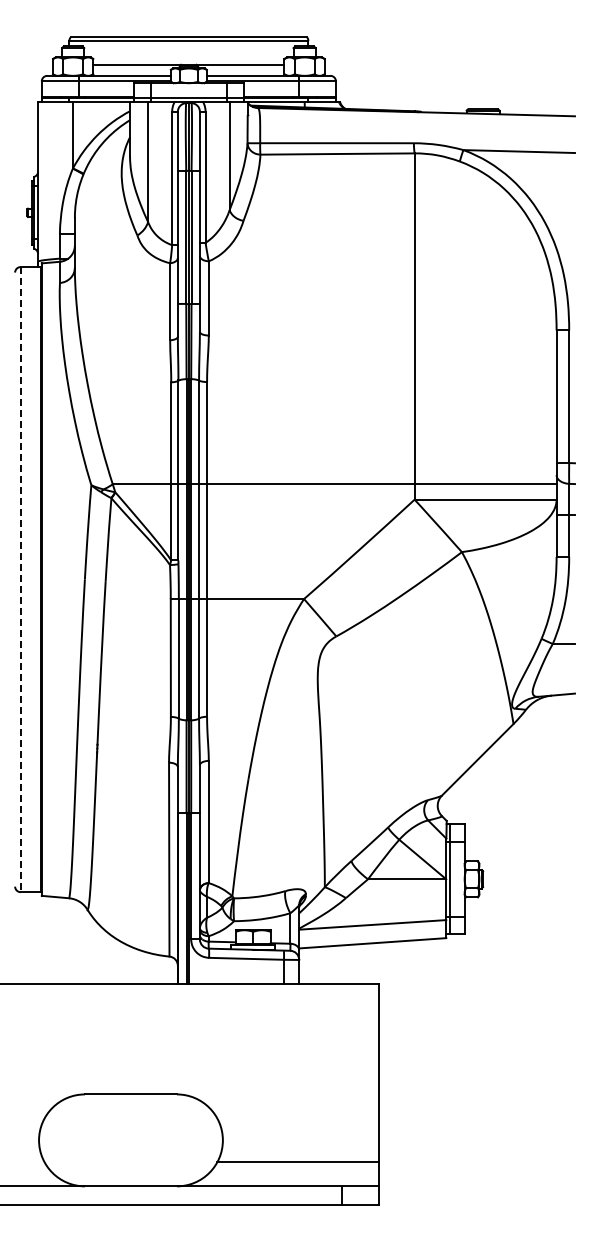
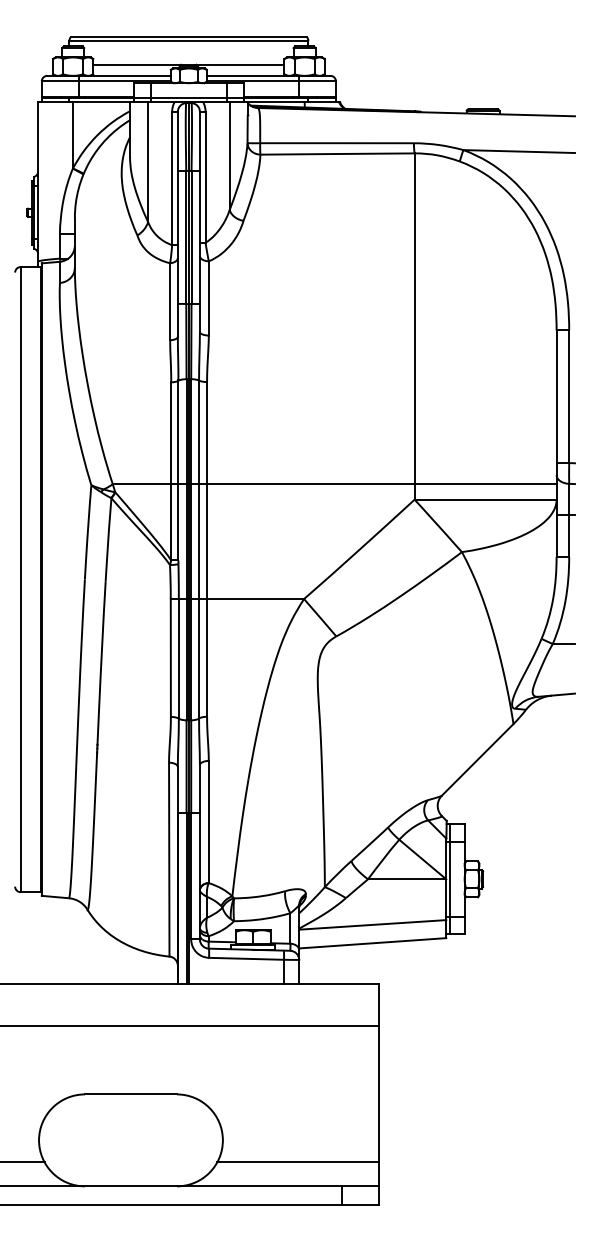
line at (20, 579): dashed -> solid
line at (190, 1026): none -> present
line at (23, 1162): none -> present
